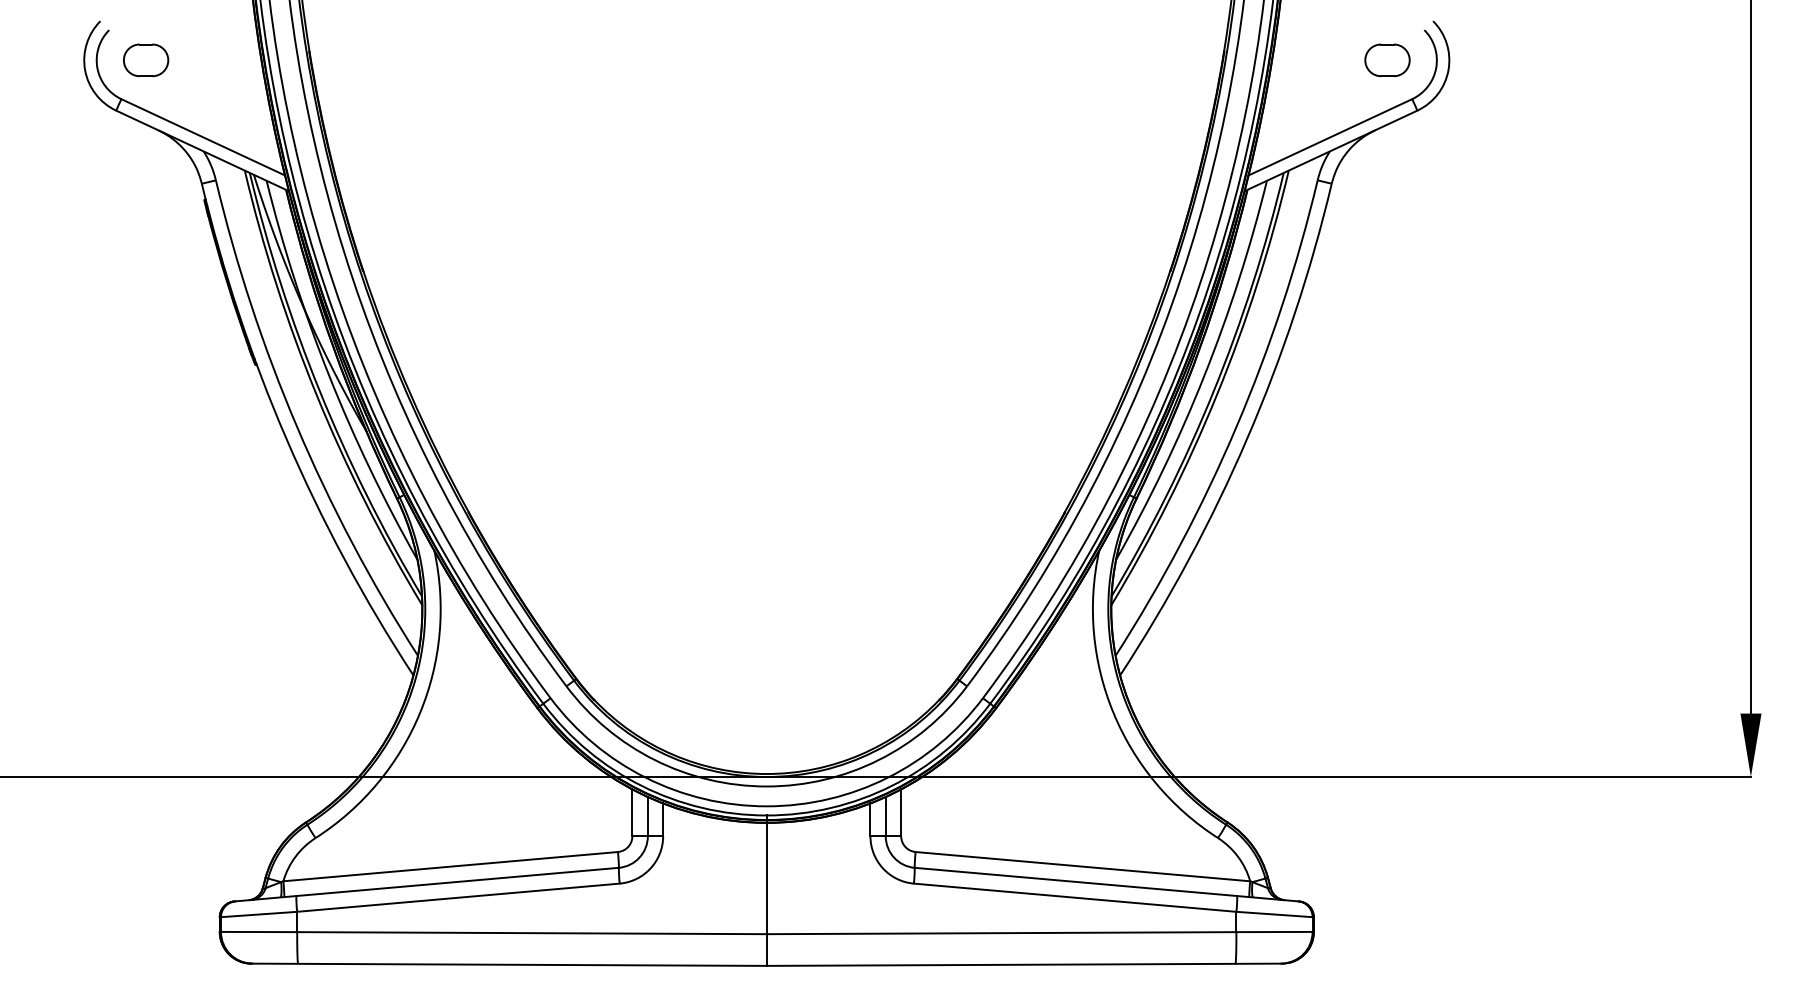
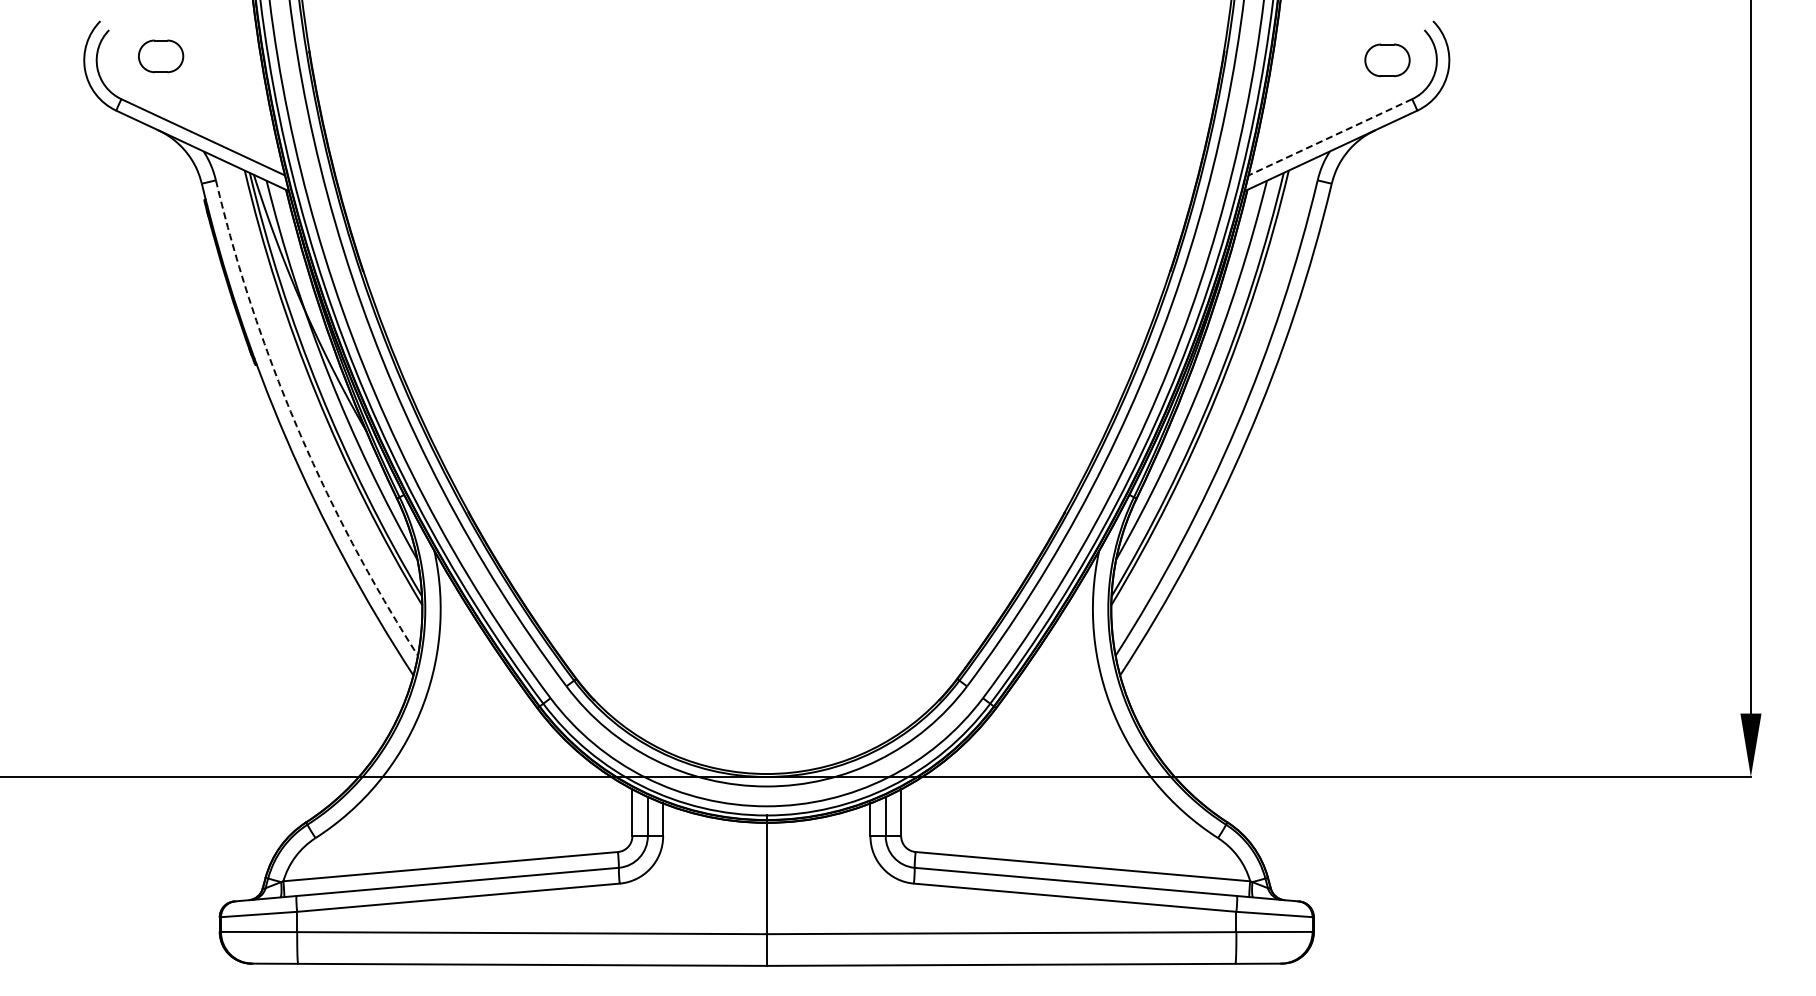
part at (146, 60) position: (146, 60) -> (161, 56)
line at (1329, 137): solid -> dashed
arc at (296, 426): solid -> dashed
